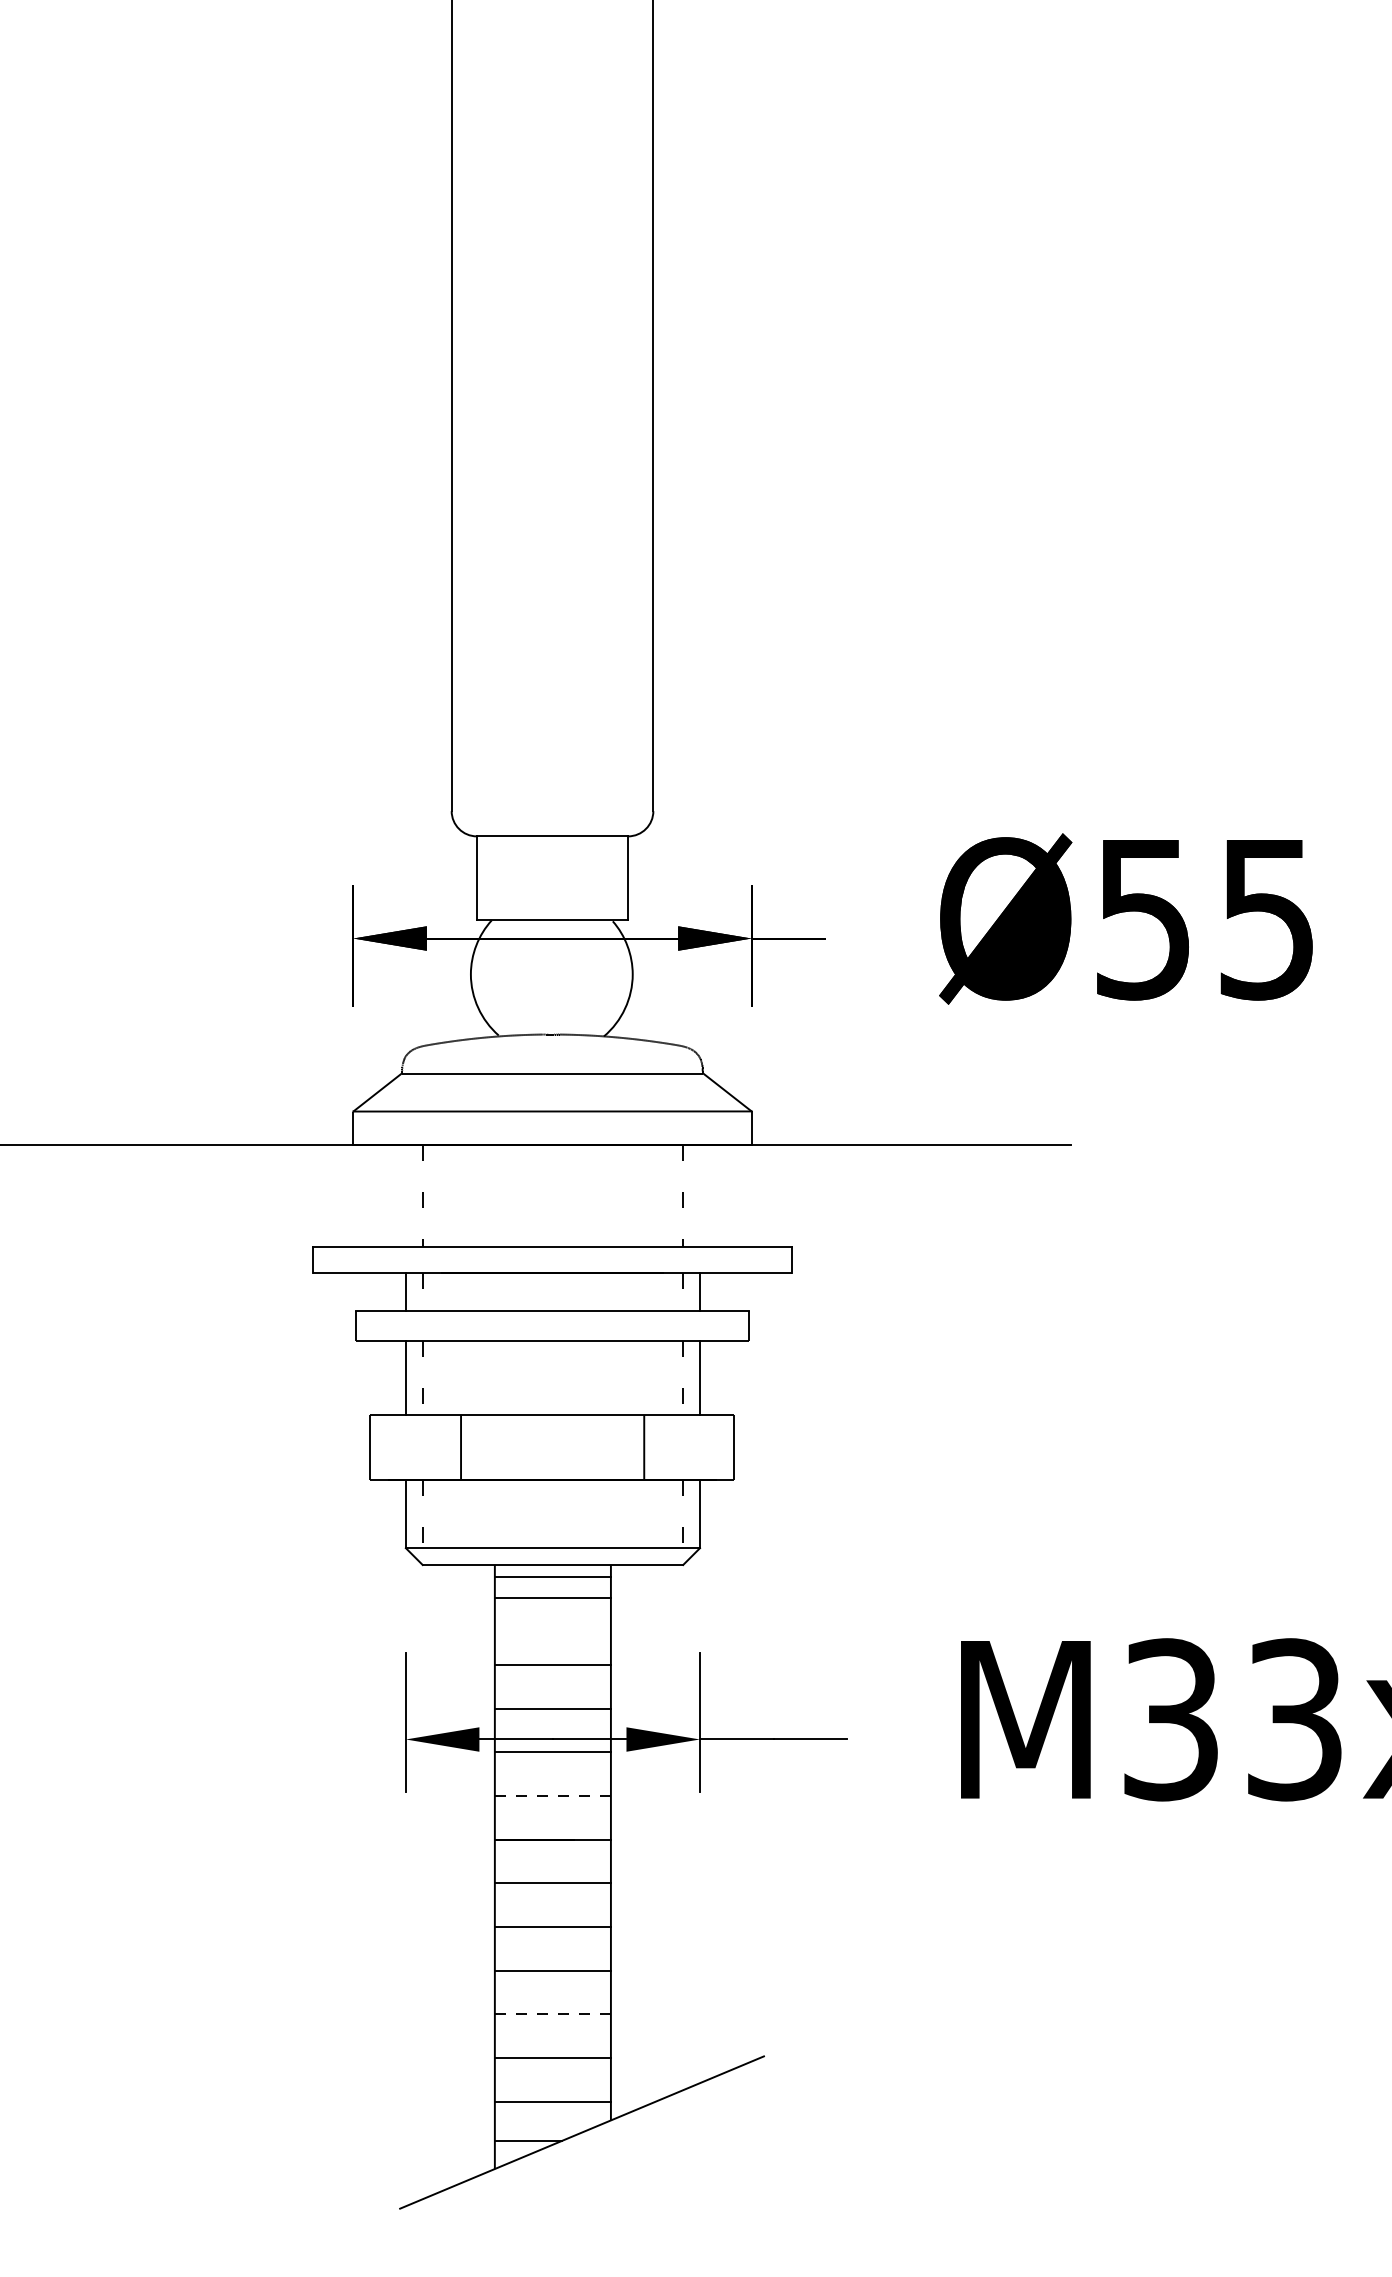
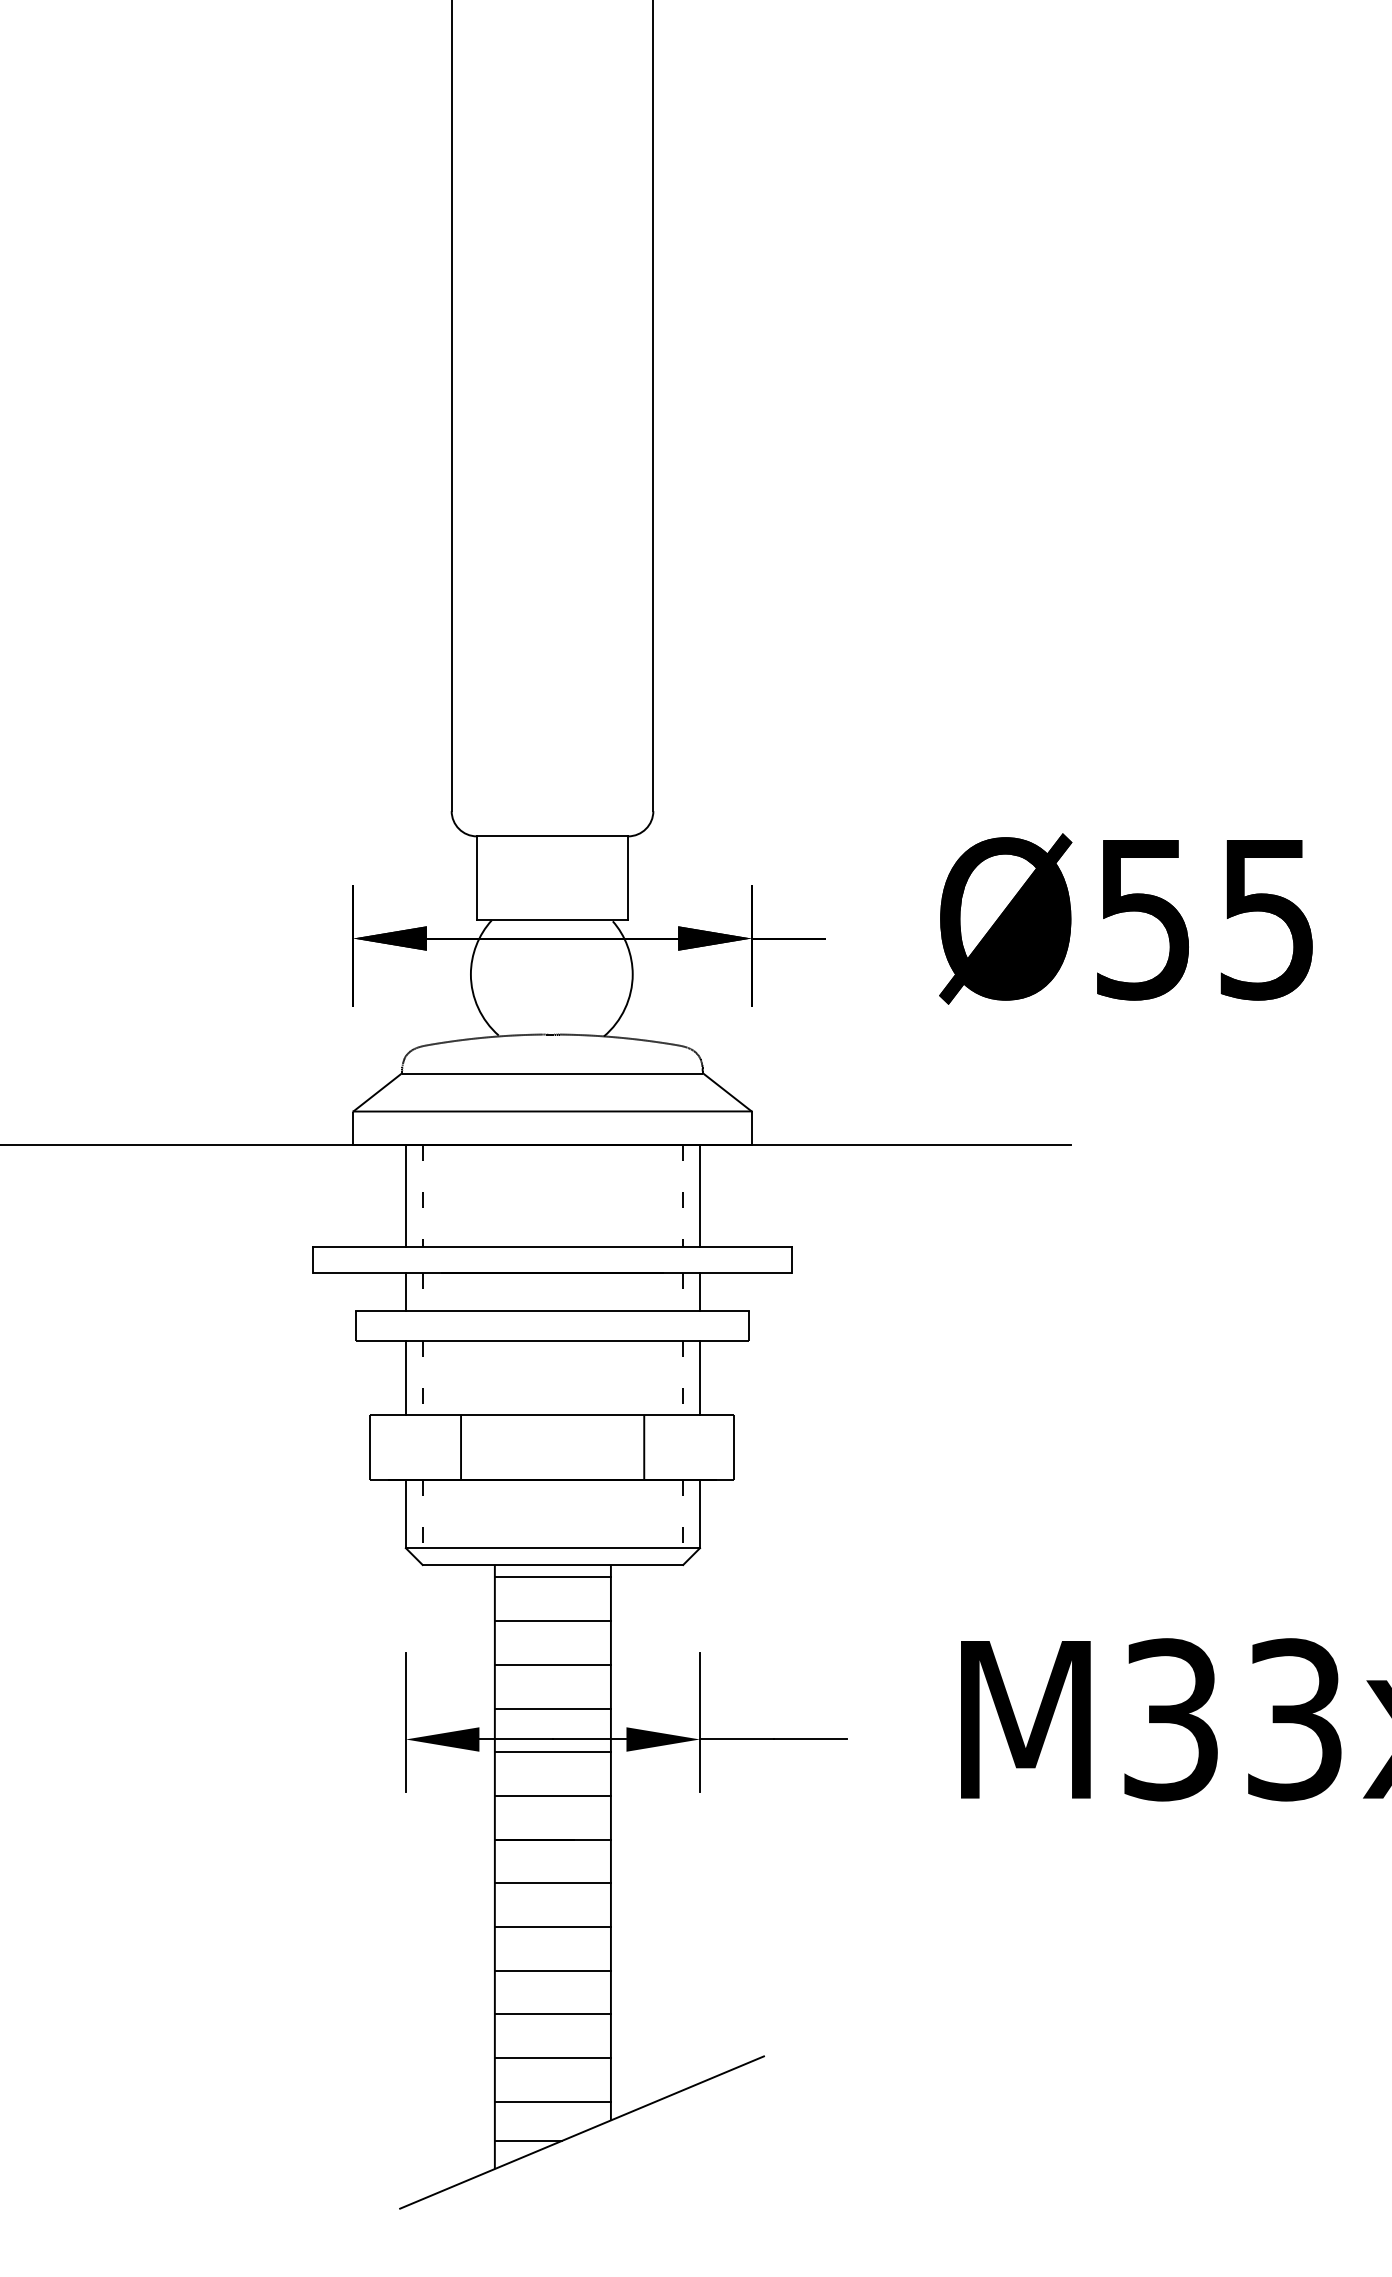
line at (405, 1195): none -> present
line at (700, 1195): none -> present
line at (552, 1598) position: (552, 1598) -> (552, 1621)
line at (552, 1795): dashed -> solid
line at (552, 2014): dashed -> solid
